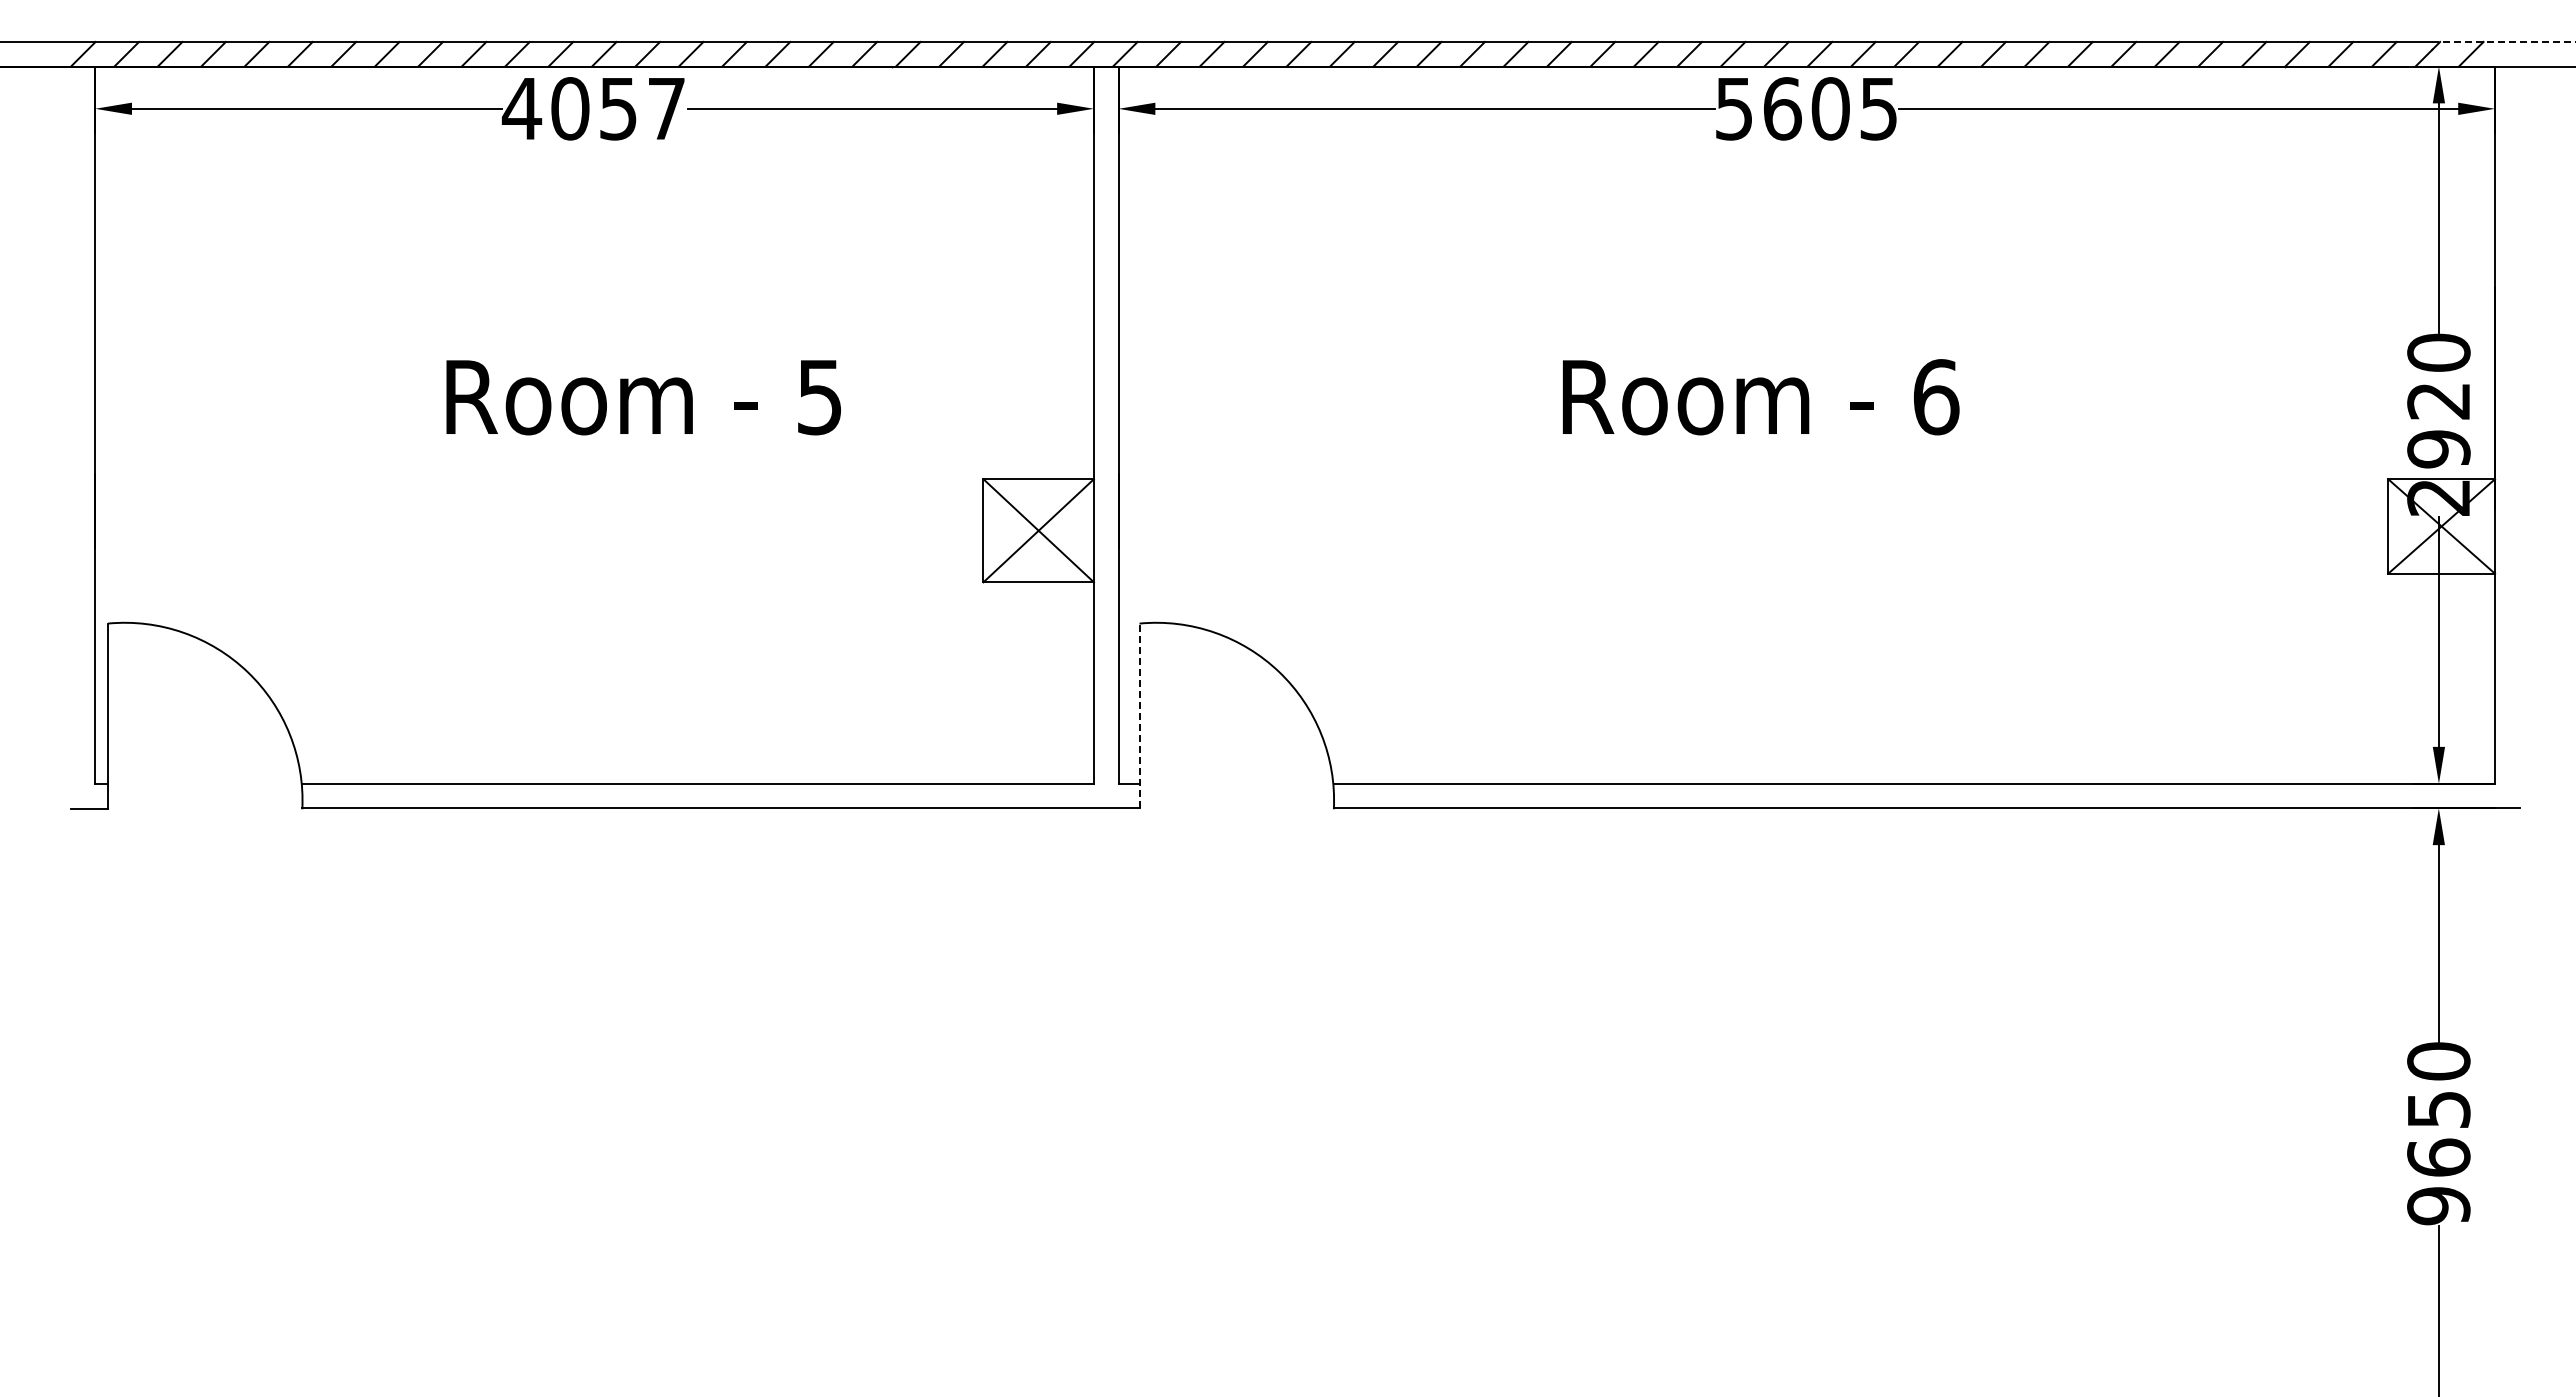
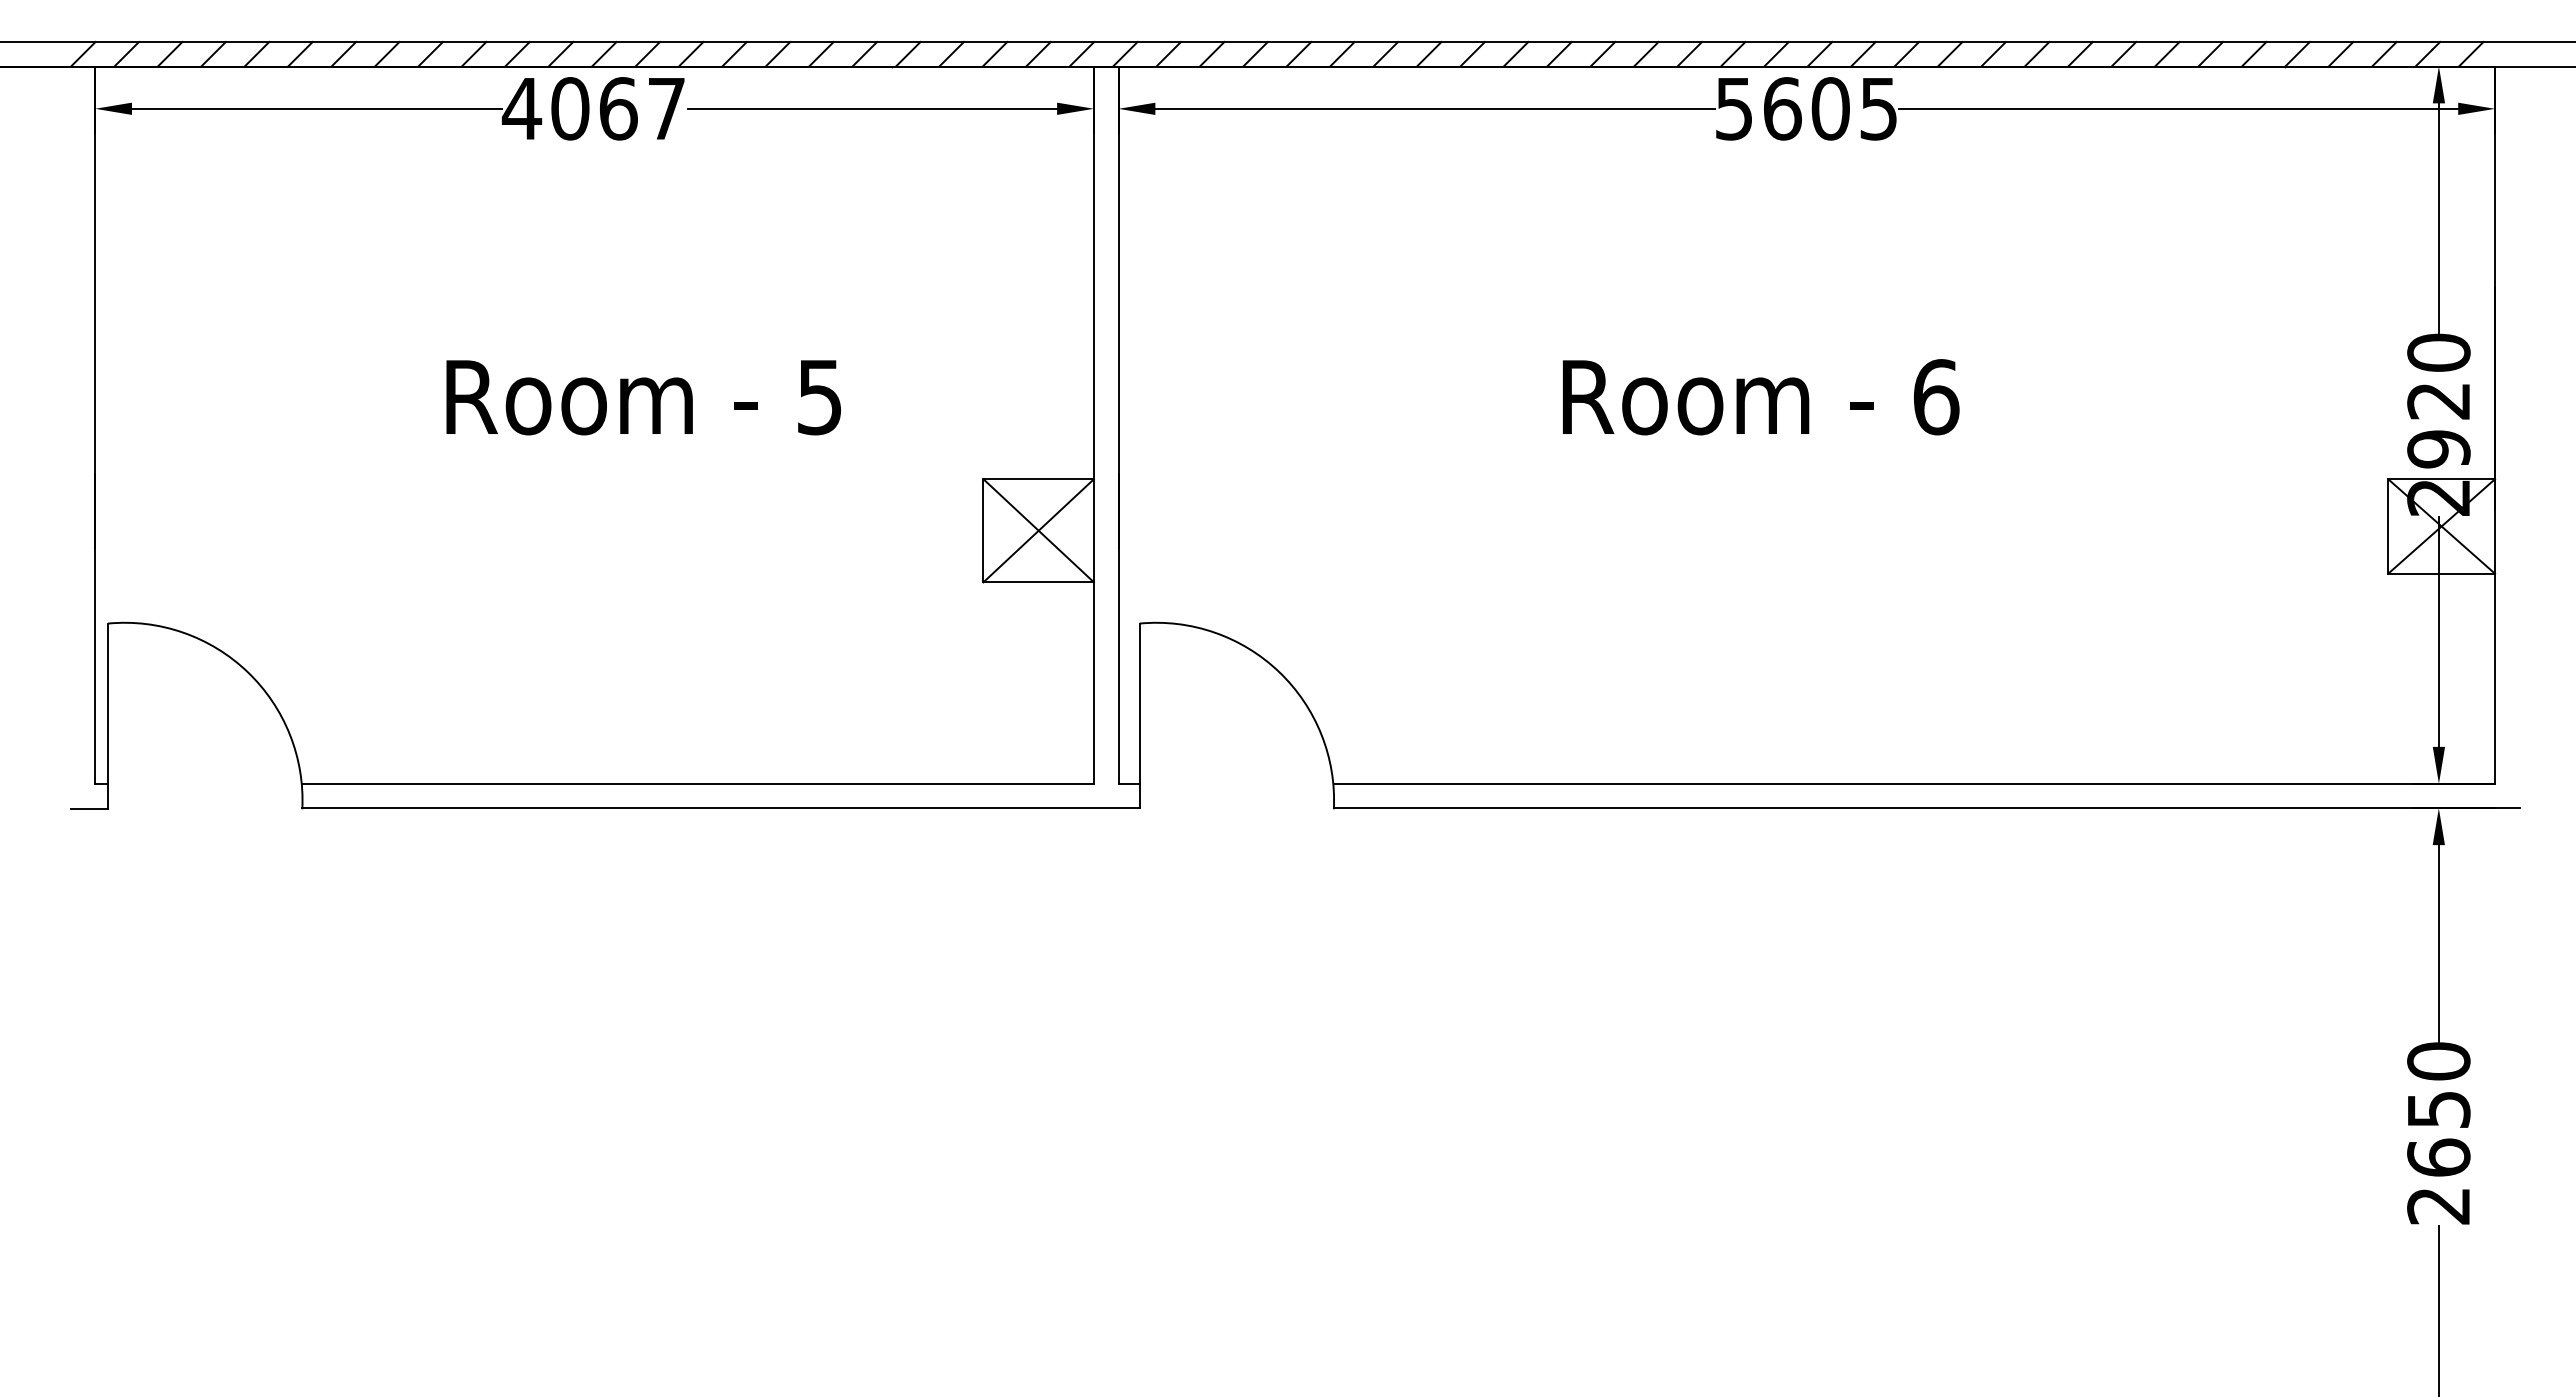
line at (2503, 41): dashed -> solid
text at (618, 108): 4057 -> 4067
line at (1139, 715): dashed -> solid
text at (2438, 1206): 9650 -> 2650
